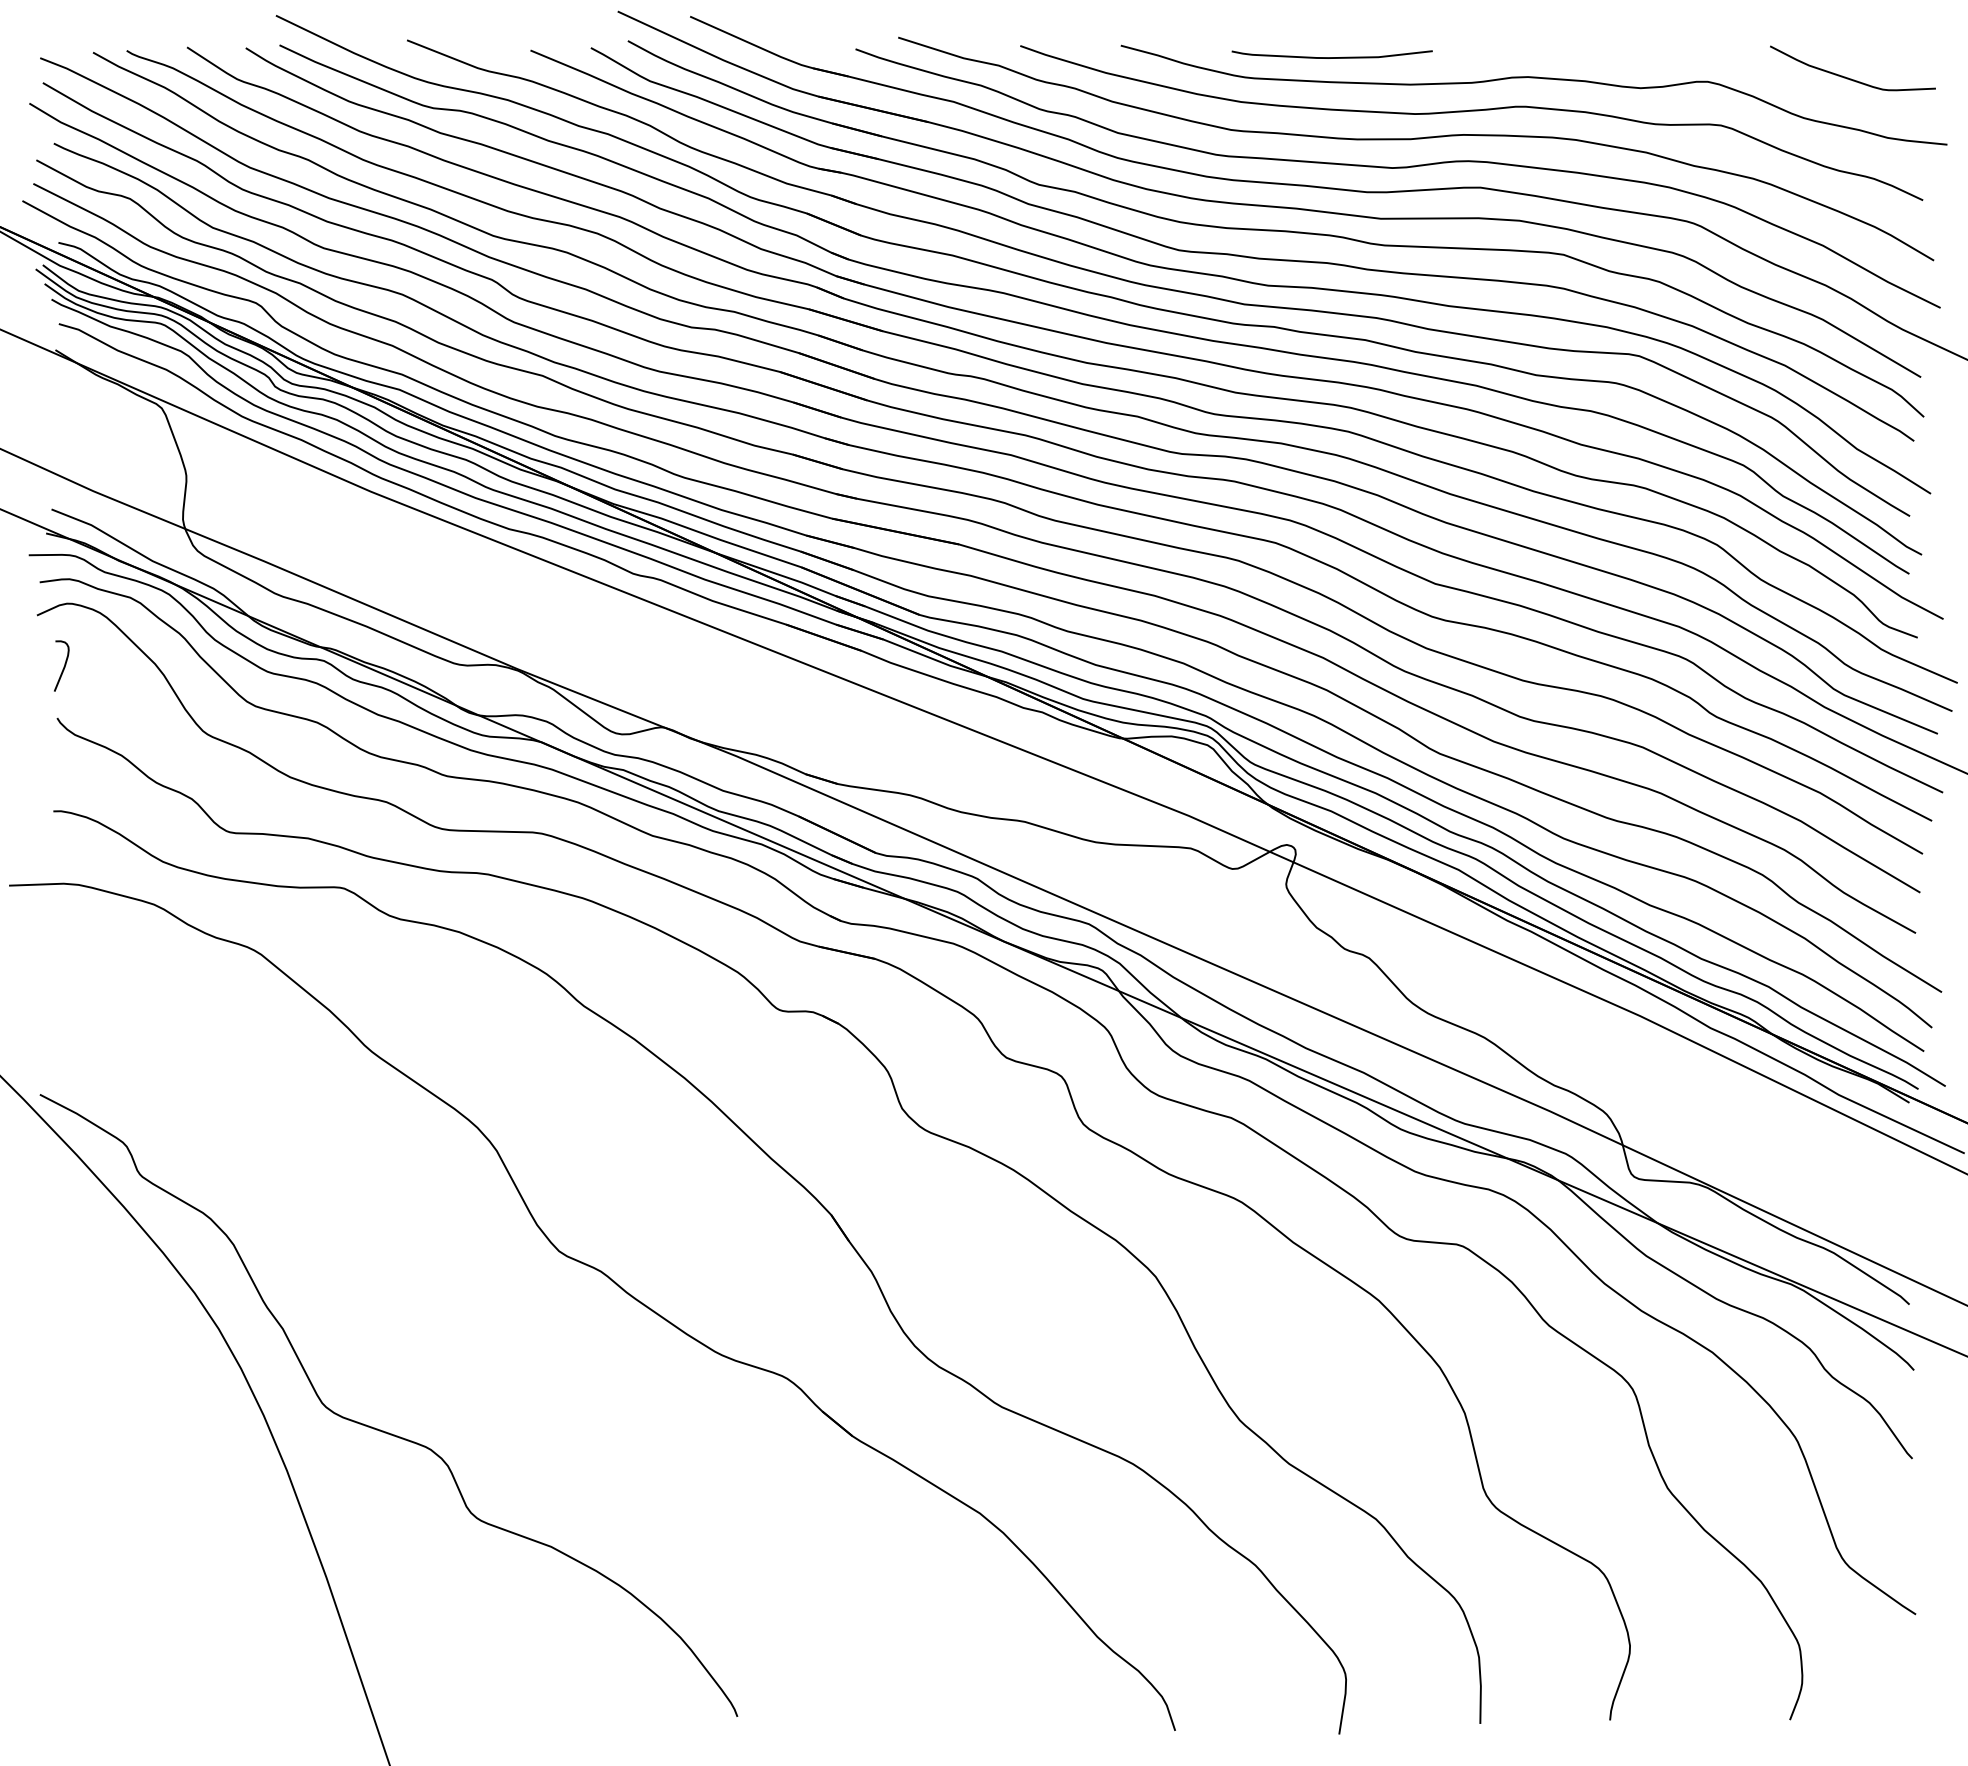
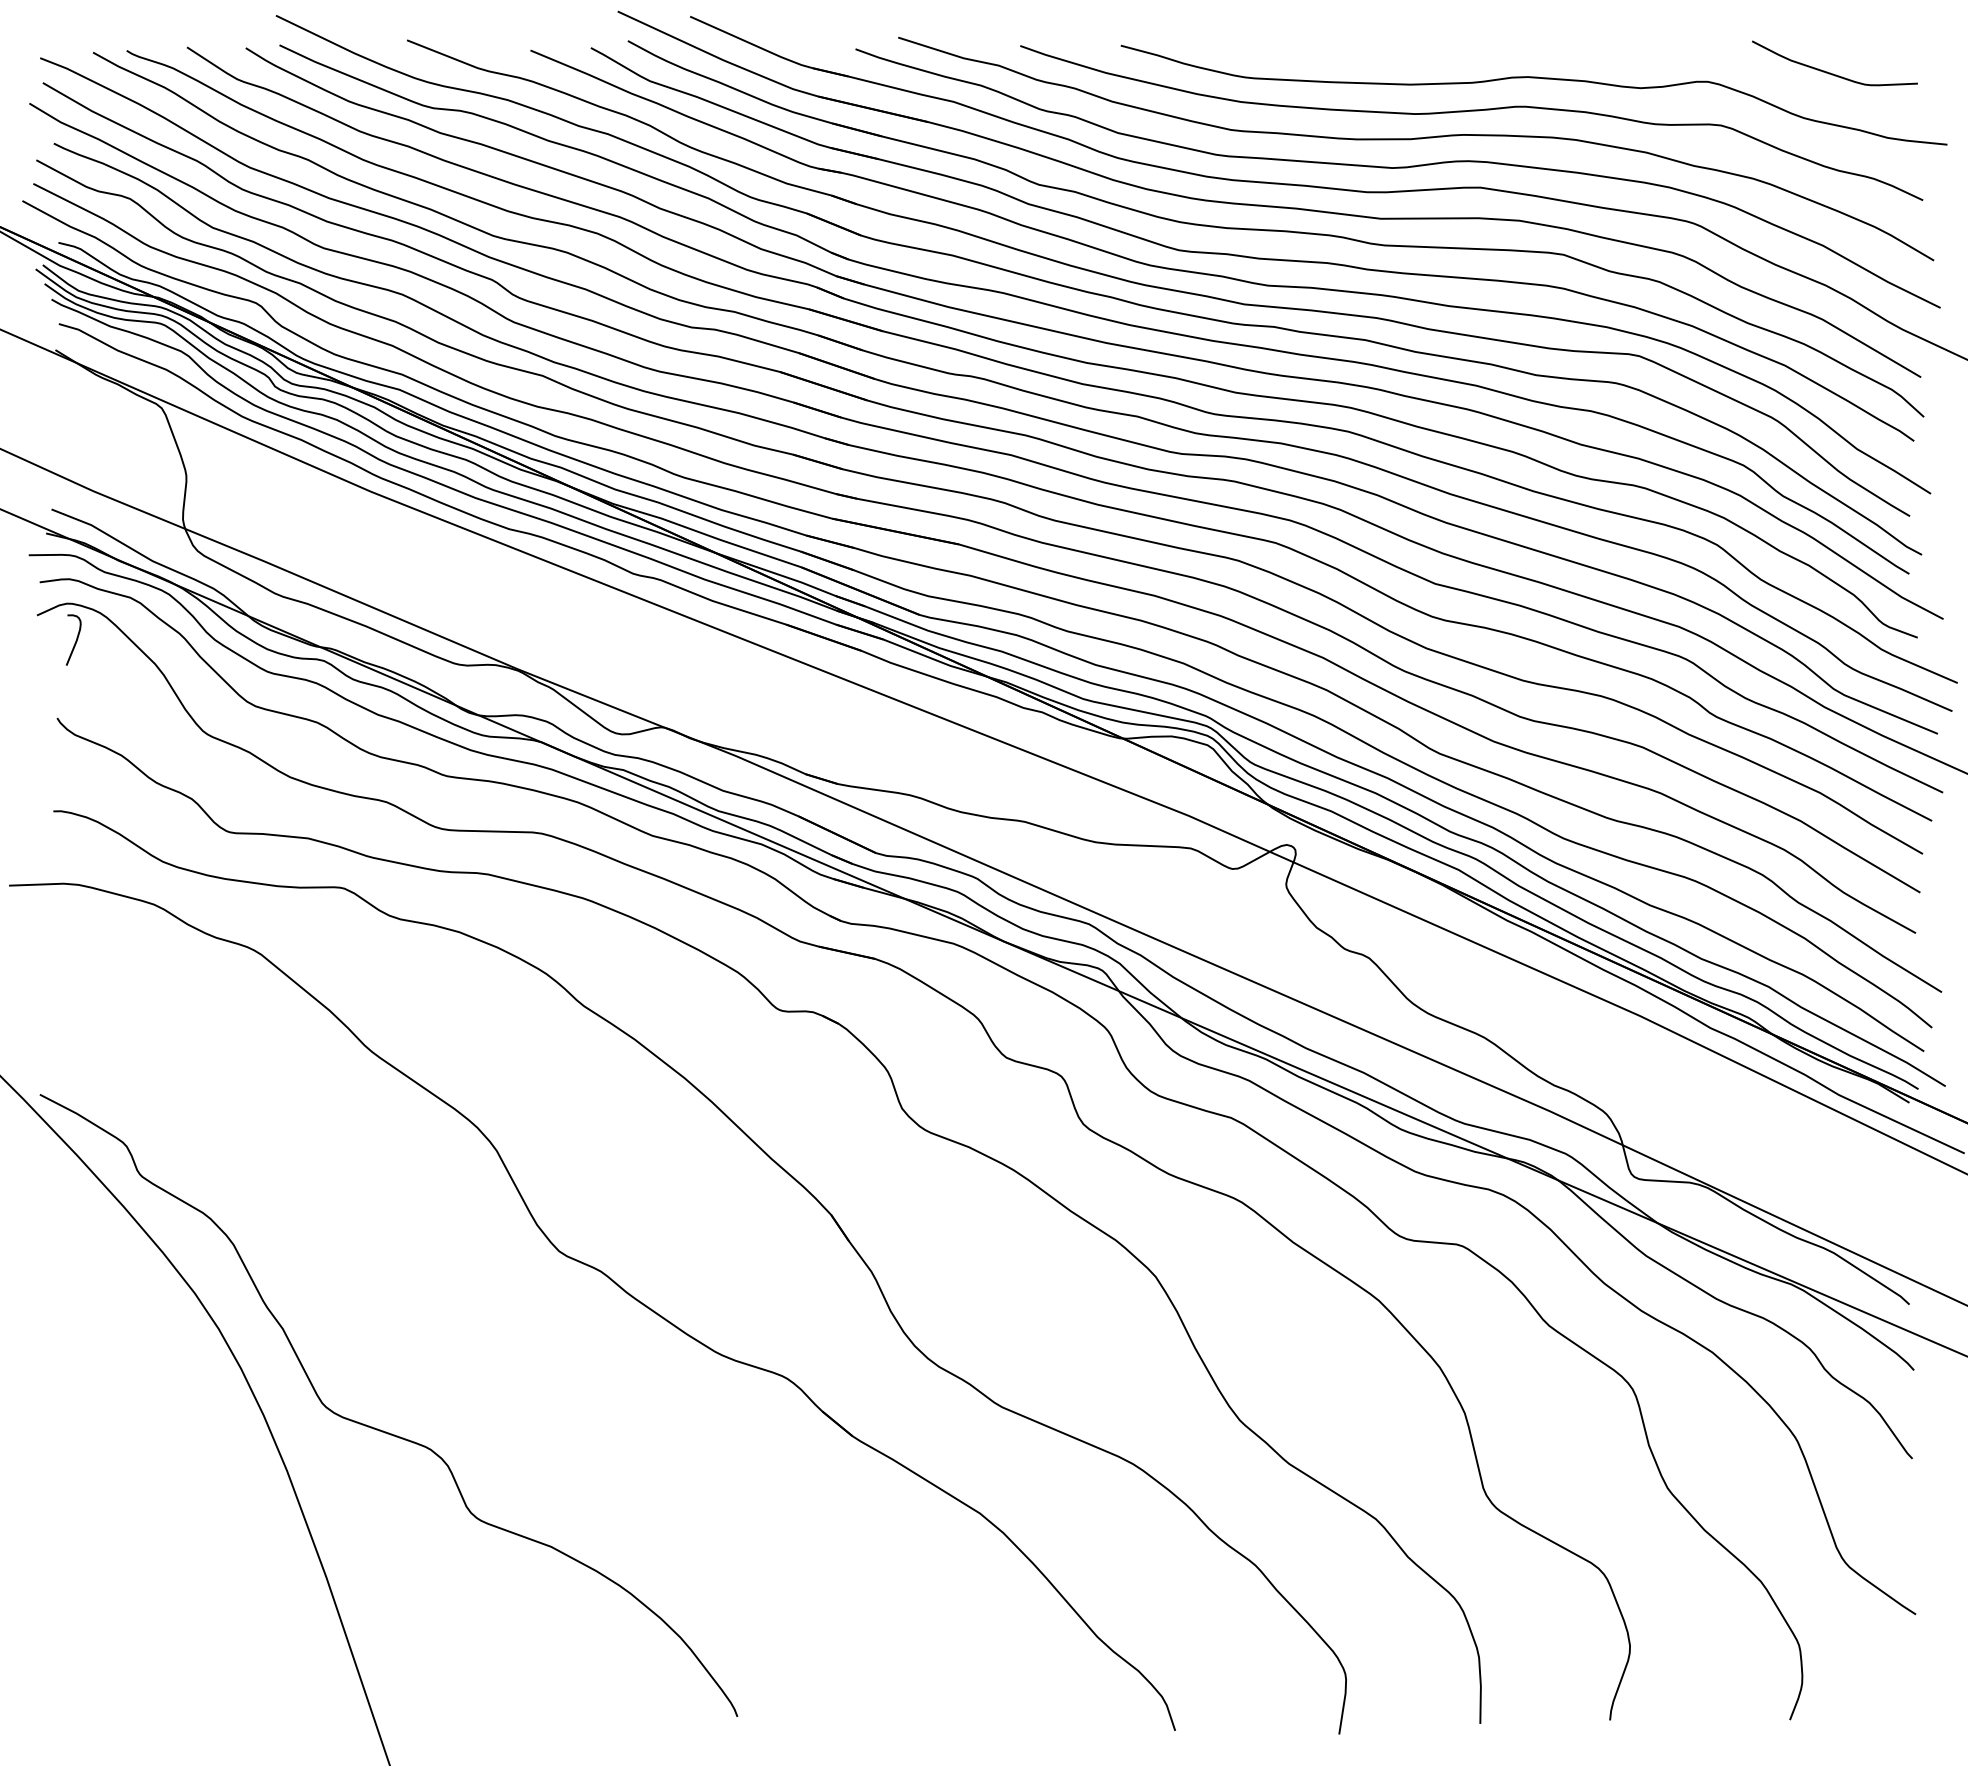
curve at (1331, 57): present -> none
curve at (1848, 77) position: (1848, 77) -> (1830, 72)
curve at (63, 666) position: (63, 666) -> (75, 640)
